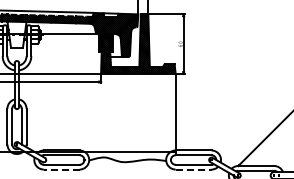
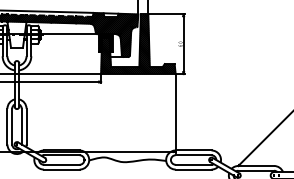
line at (61, 169): dashed -> solid
line at (193, 169): dashed -> solid
